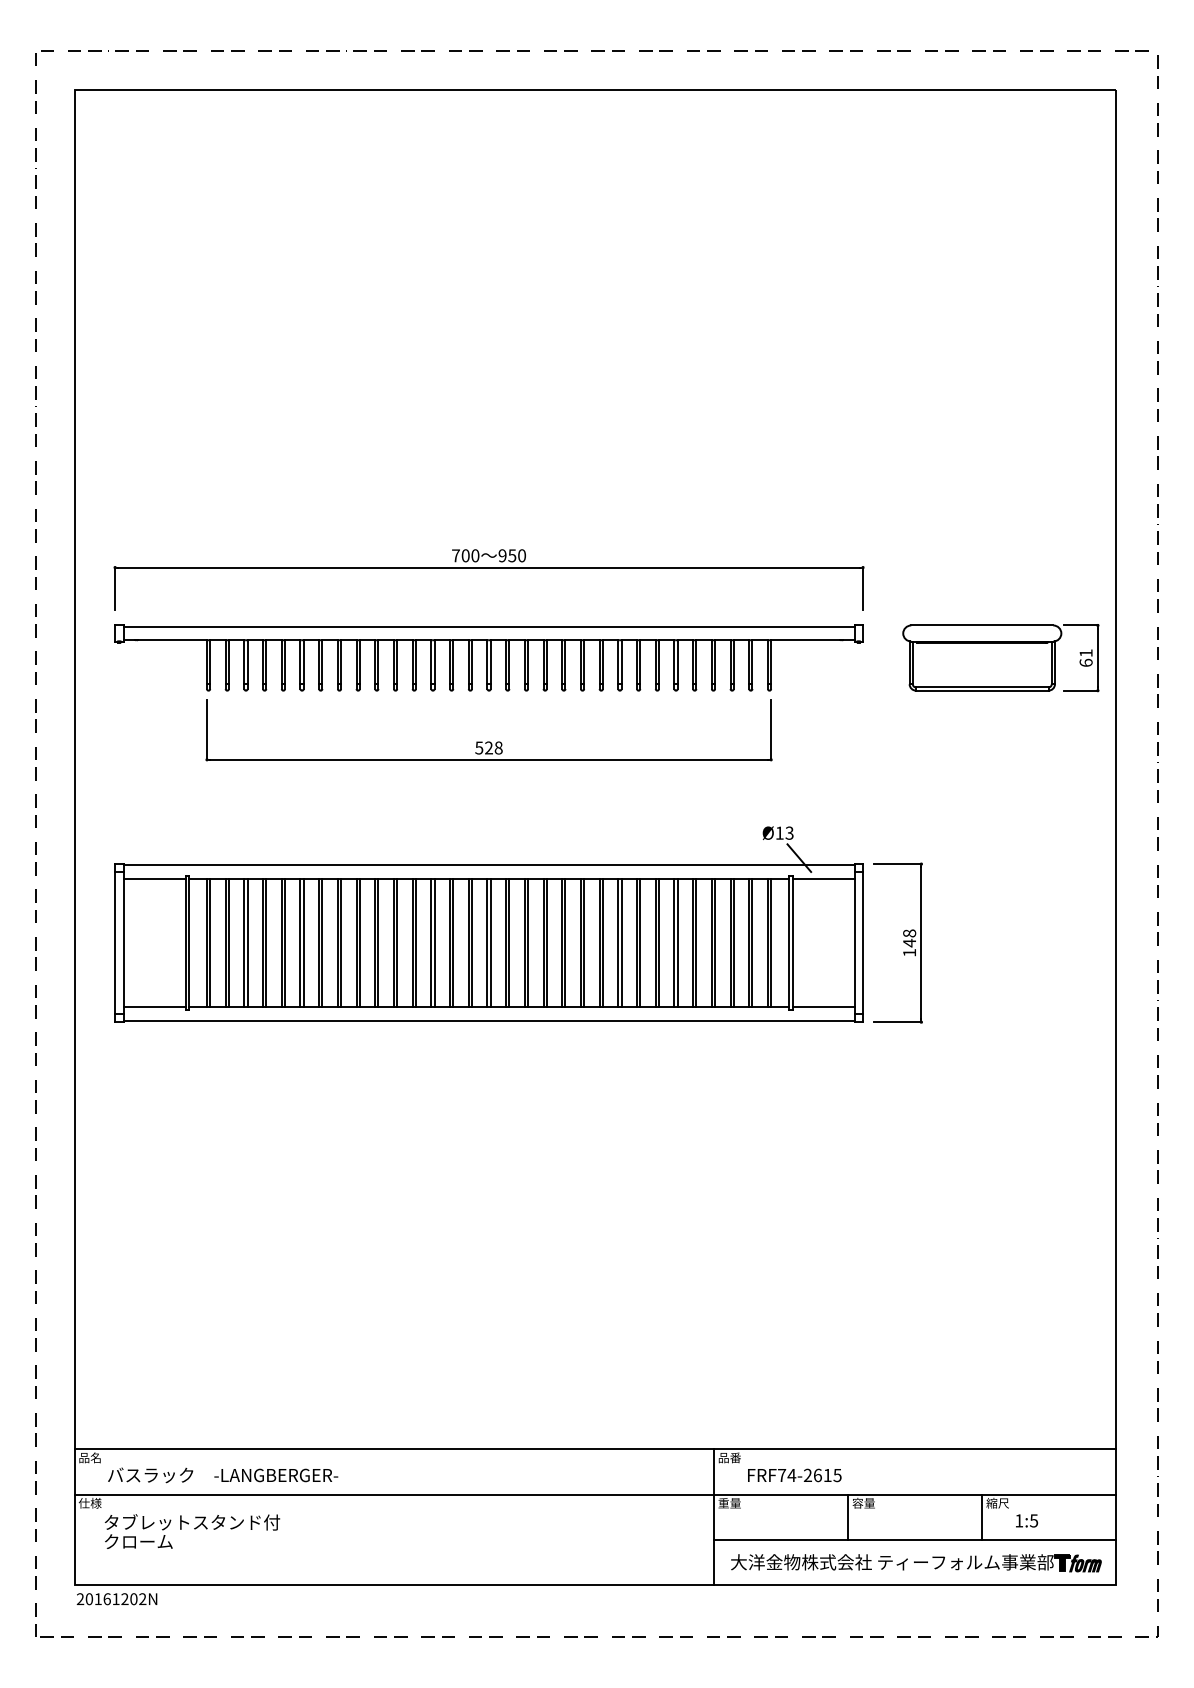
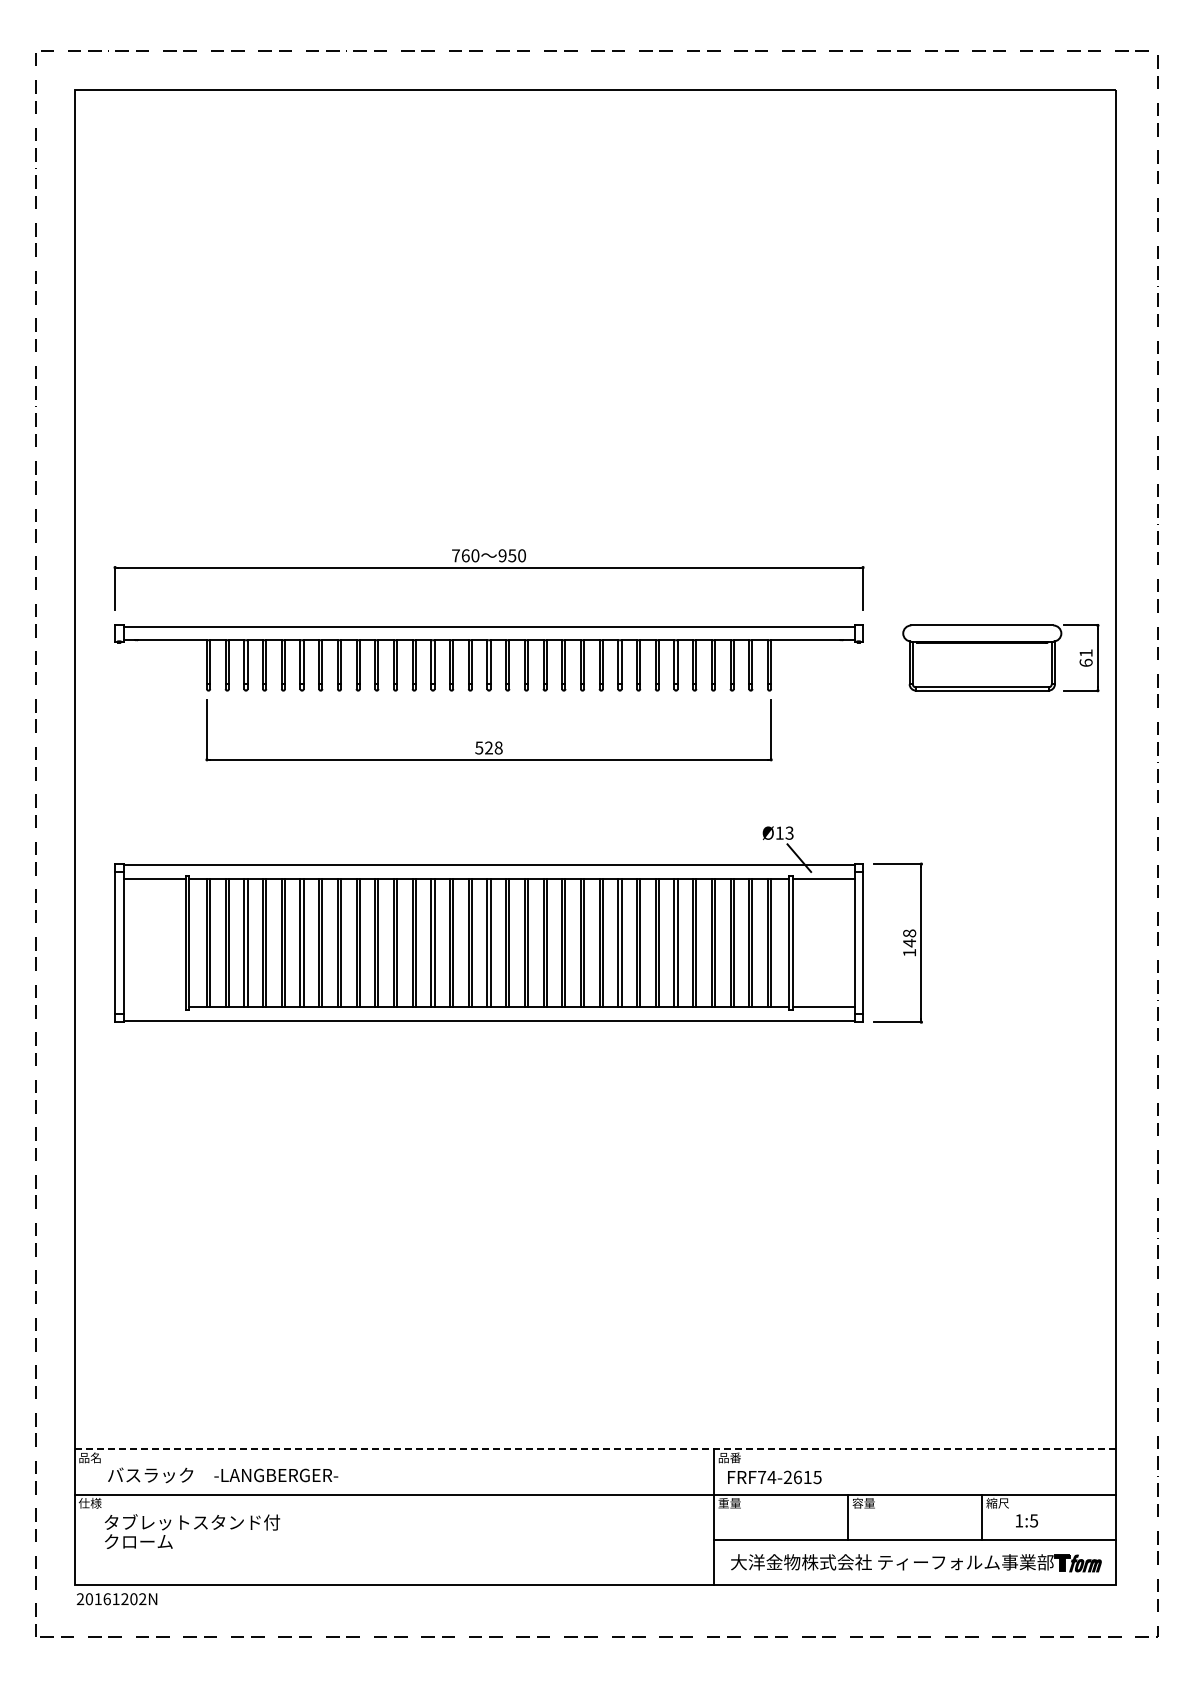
text at (465, 555): 700 -> 760
line at (154, 1007): present -> none
line at (595, 1449): solid -> dashed
text at (794, 1475) position: (794, 1475) -> (774, 1477)
